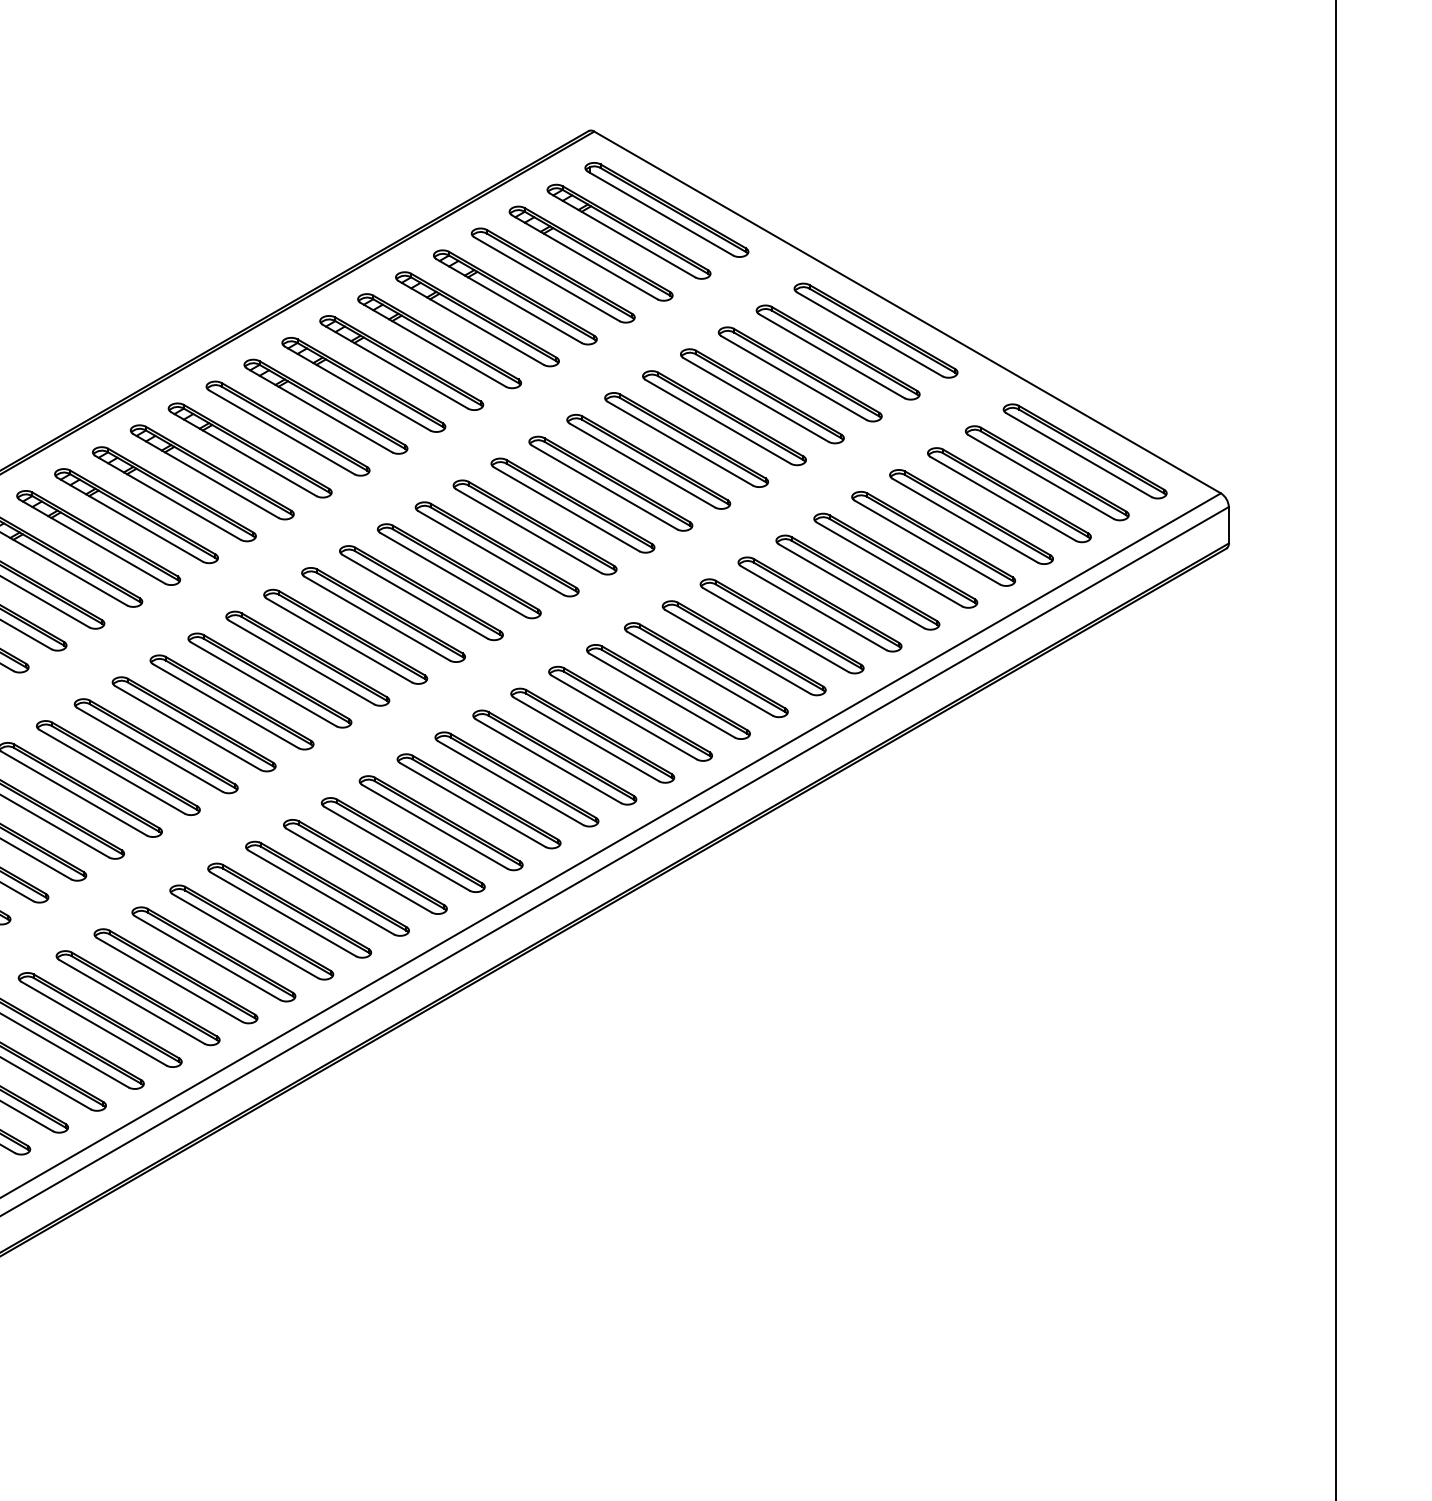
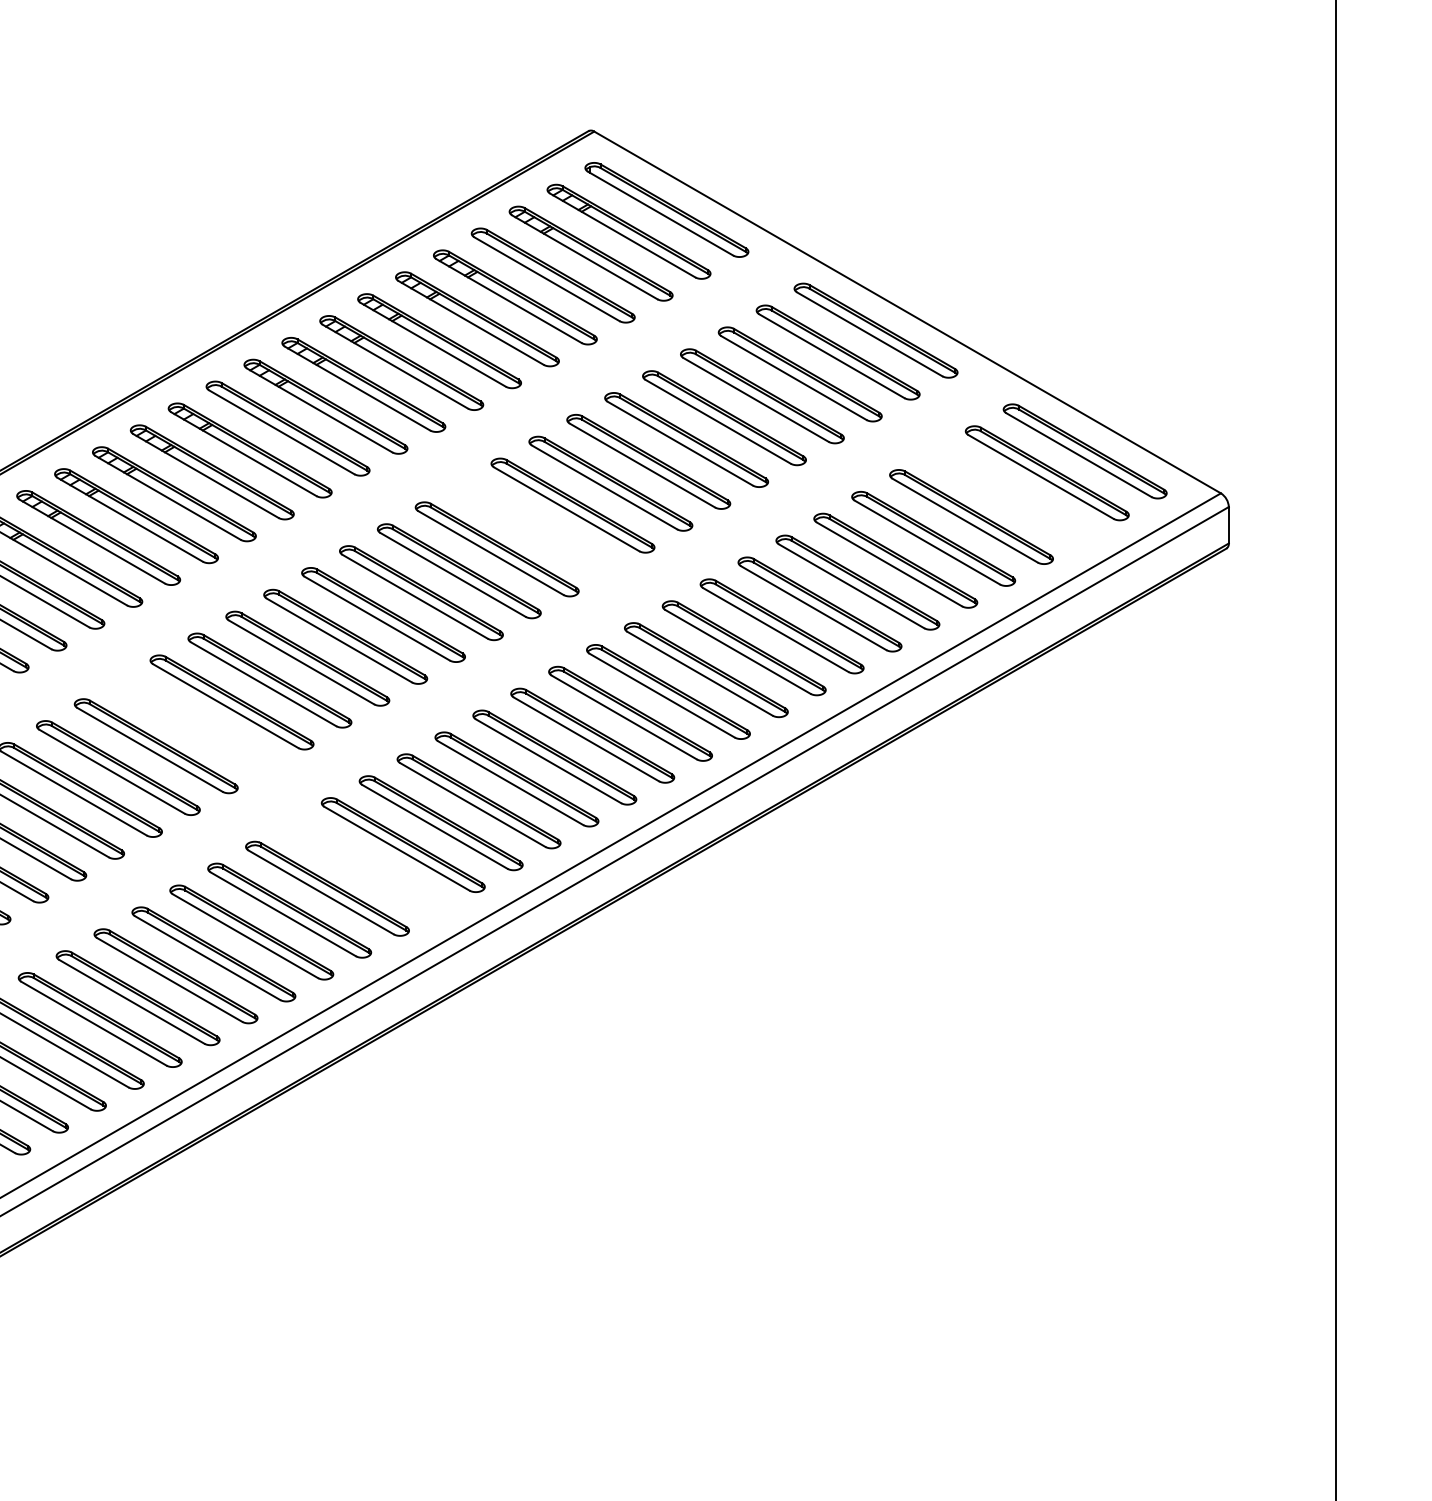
part at (1009, 495): present -> none
part at (534, 527): present -> none
part at (193, 724): present -> none
part at (365, 866): present -> none
